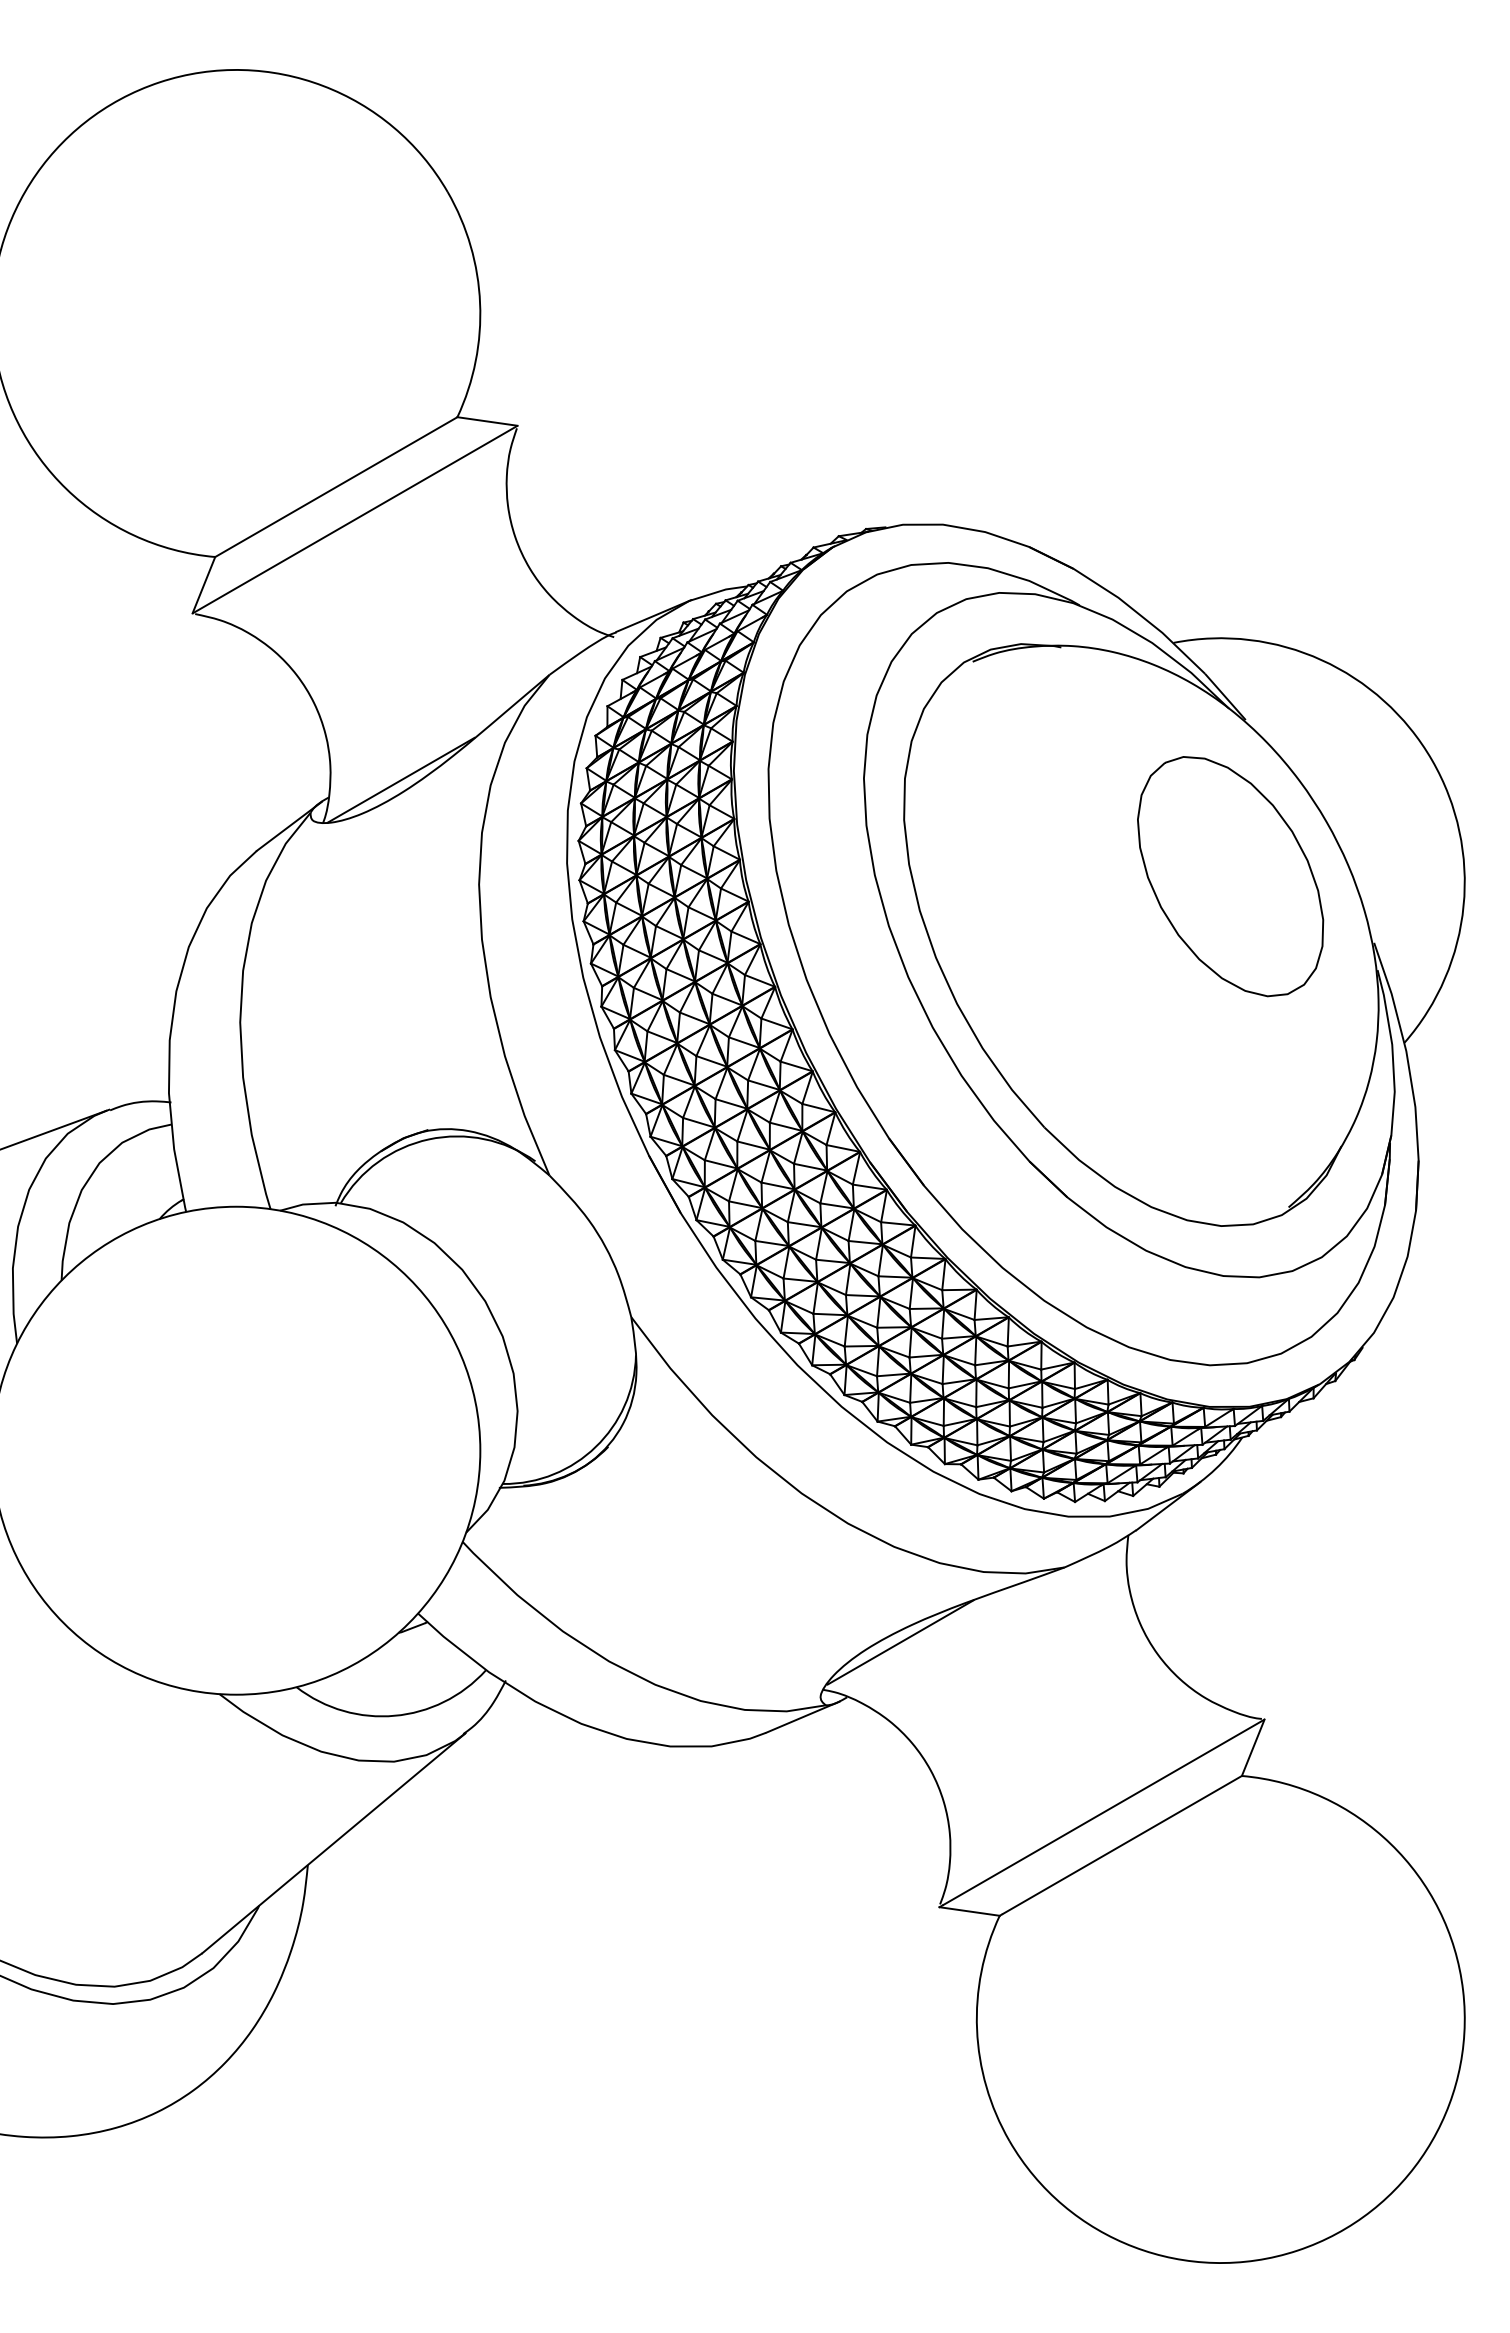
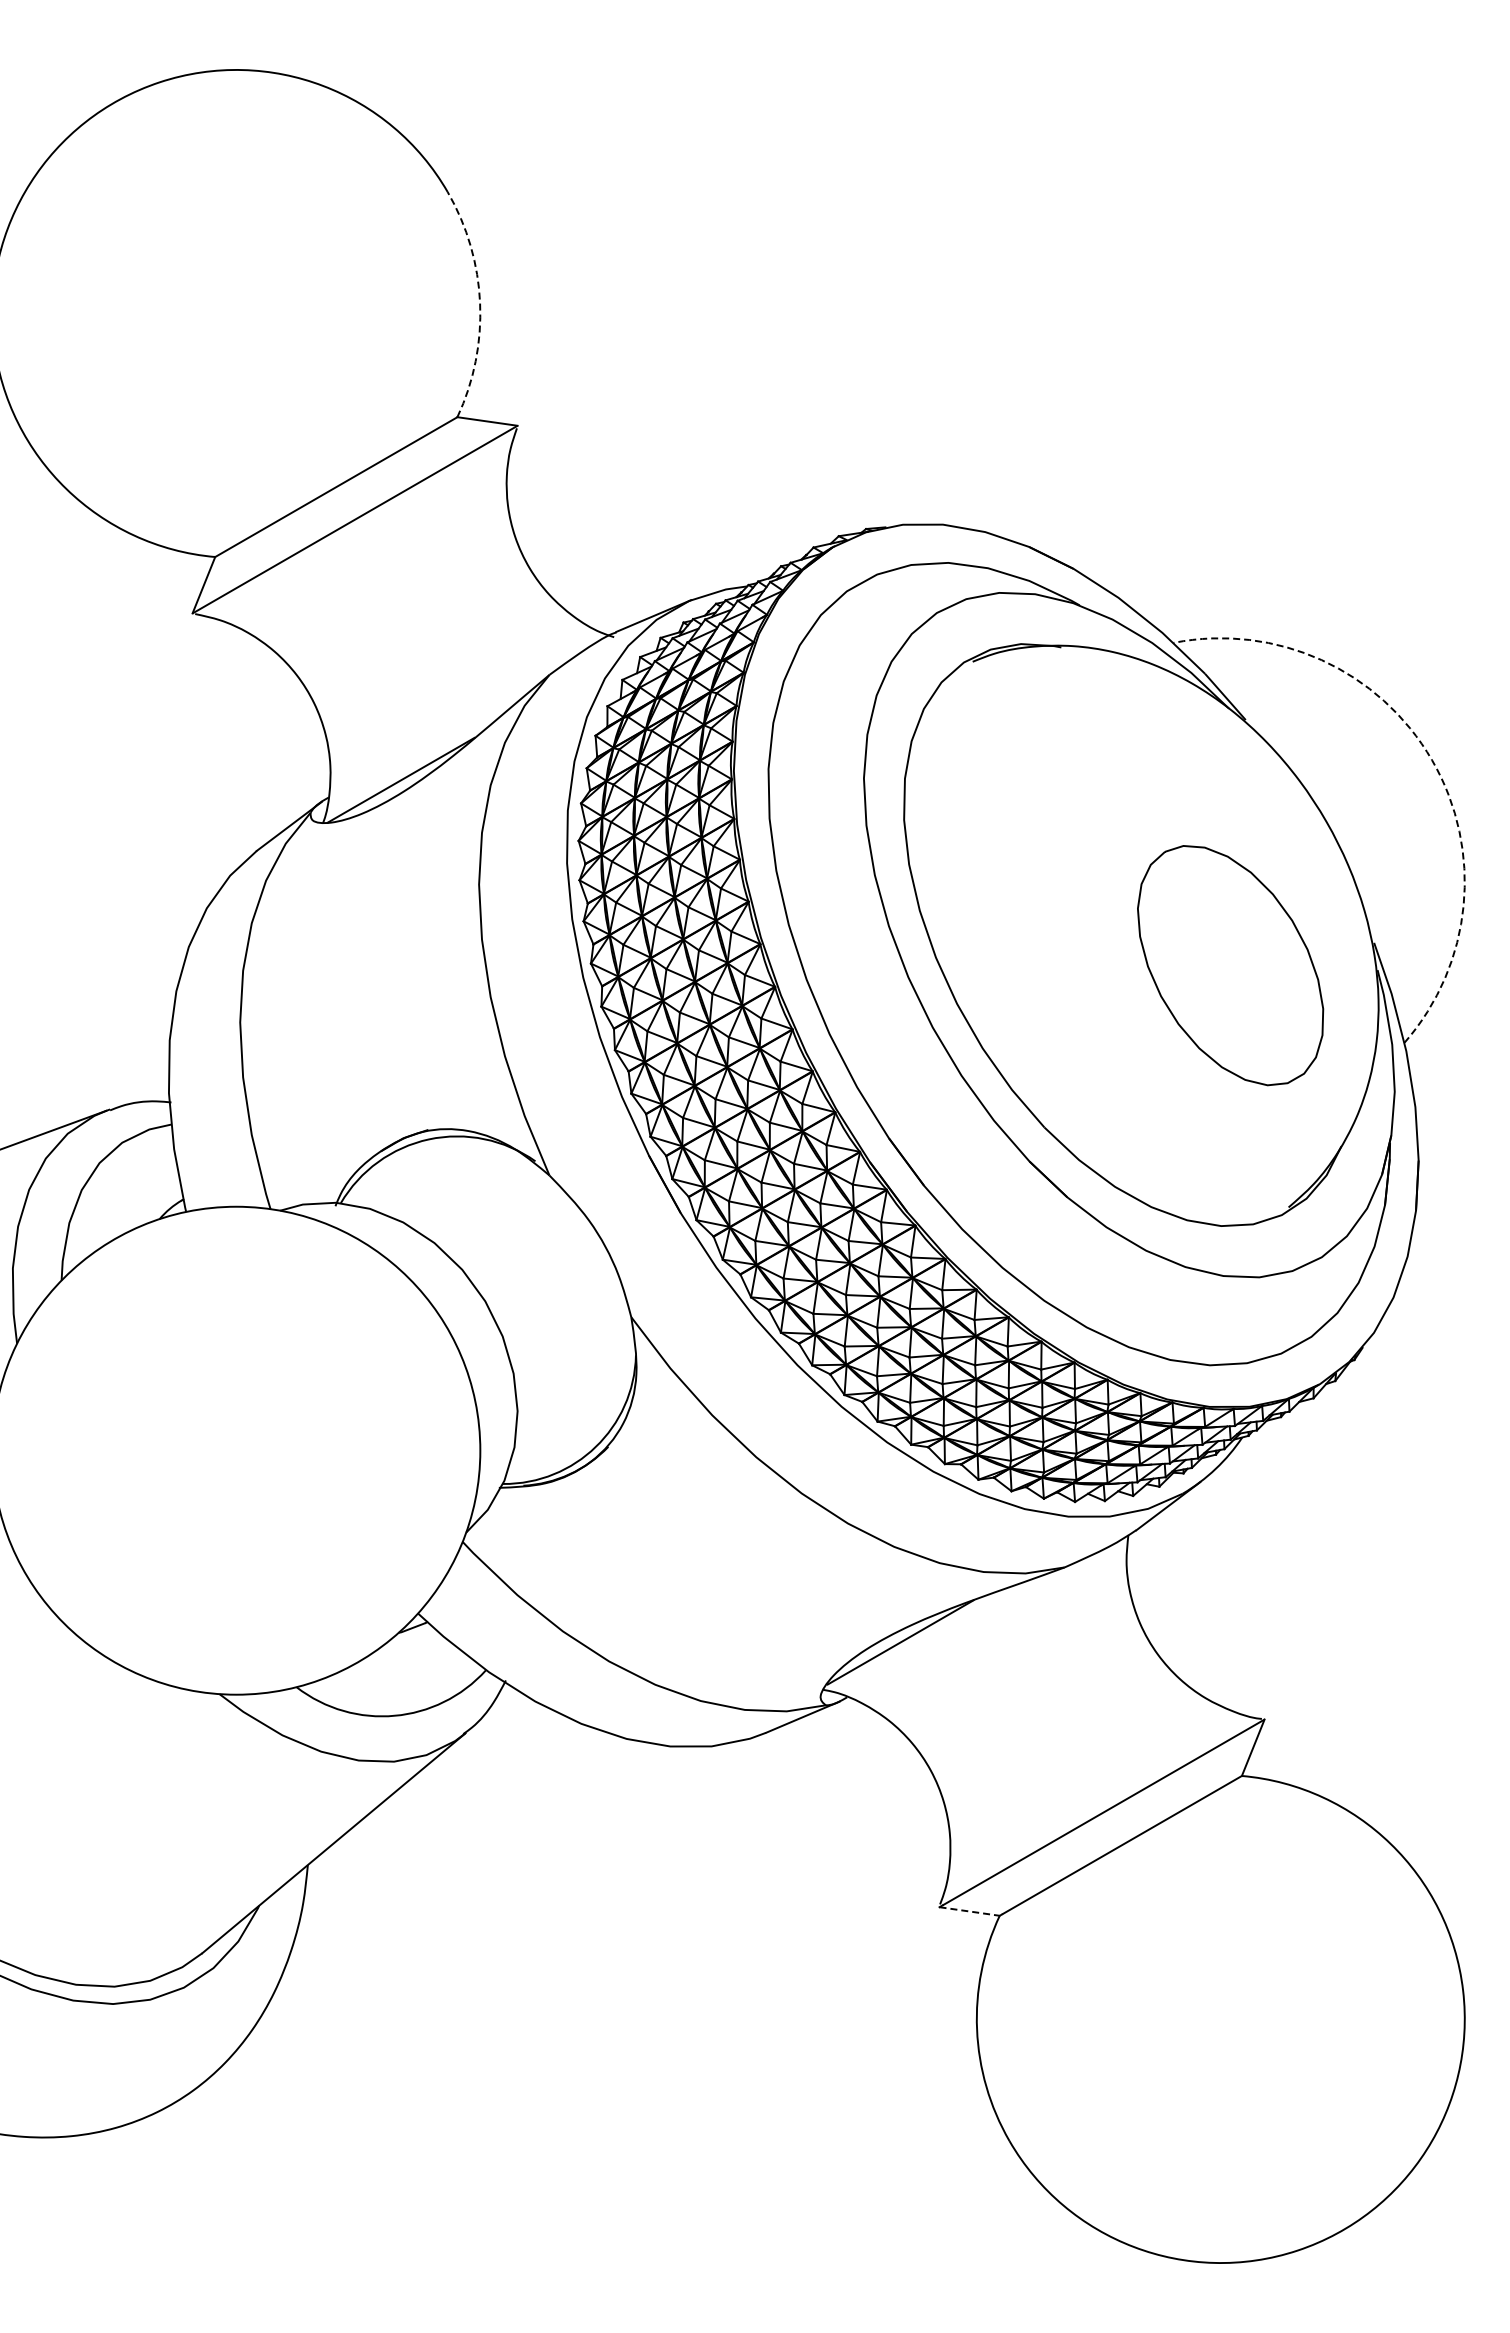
arc at (480, 303): solid -> dashed
arc at (1432, 760): solid -> dashed
part at (1230, 876) position: (1230, 876) -> (1230, 965)
line at (970, 1911): solid -> dashed
